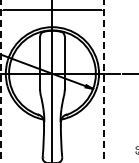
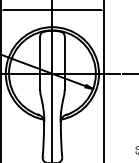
line at (103, 80): dashed -> solid
line at (1, 81): dashed -> solid
